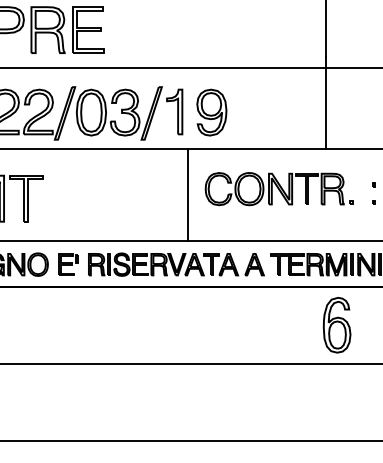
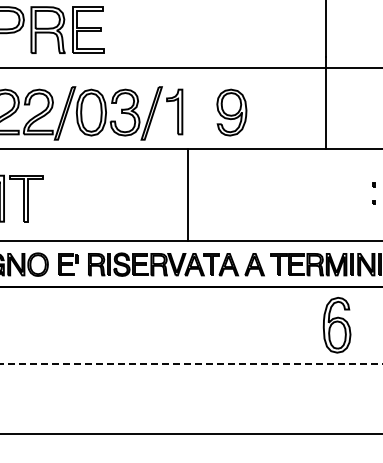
part at (211, 112) position: (211, 112) -> (231, 112)
part at (278, 189): present -> none
line at (191, 363): solid -> dashed
line at (190, 440) position: (190, 440) -> (190, 433)
